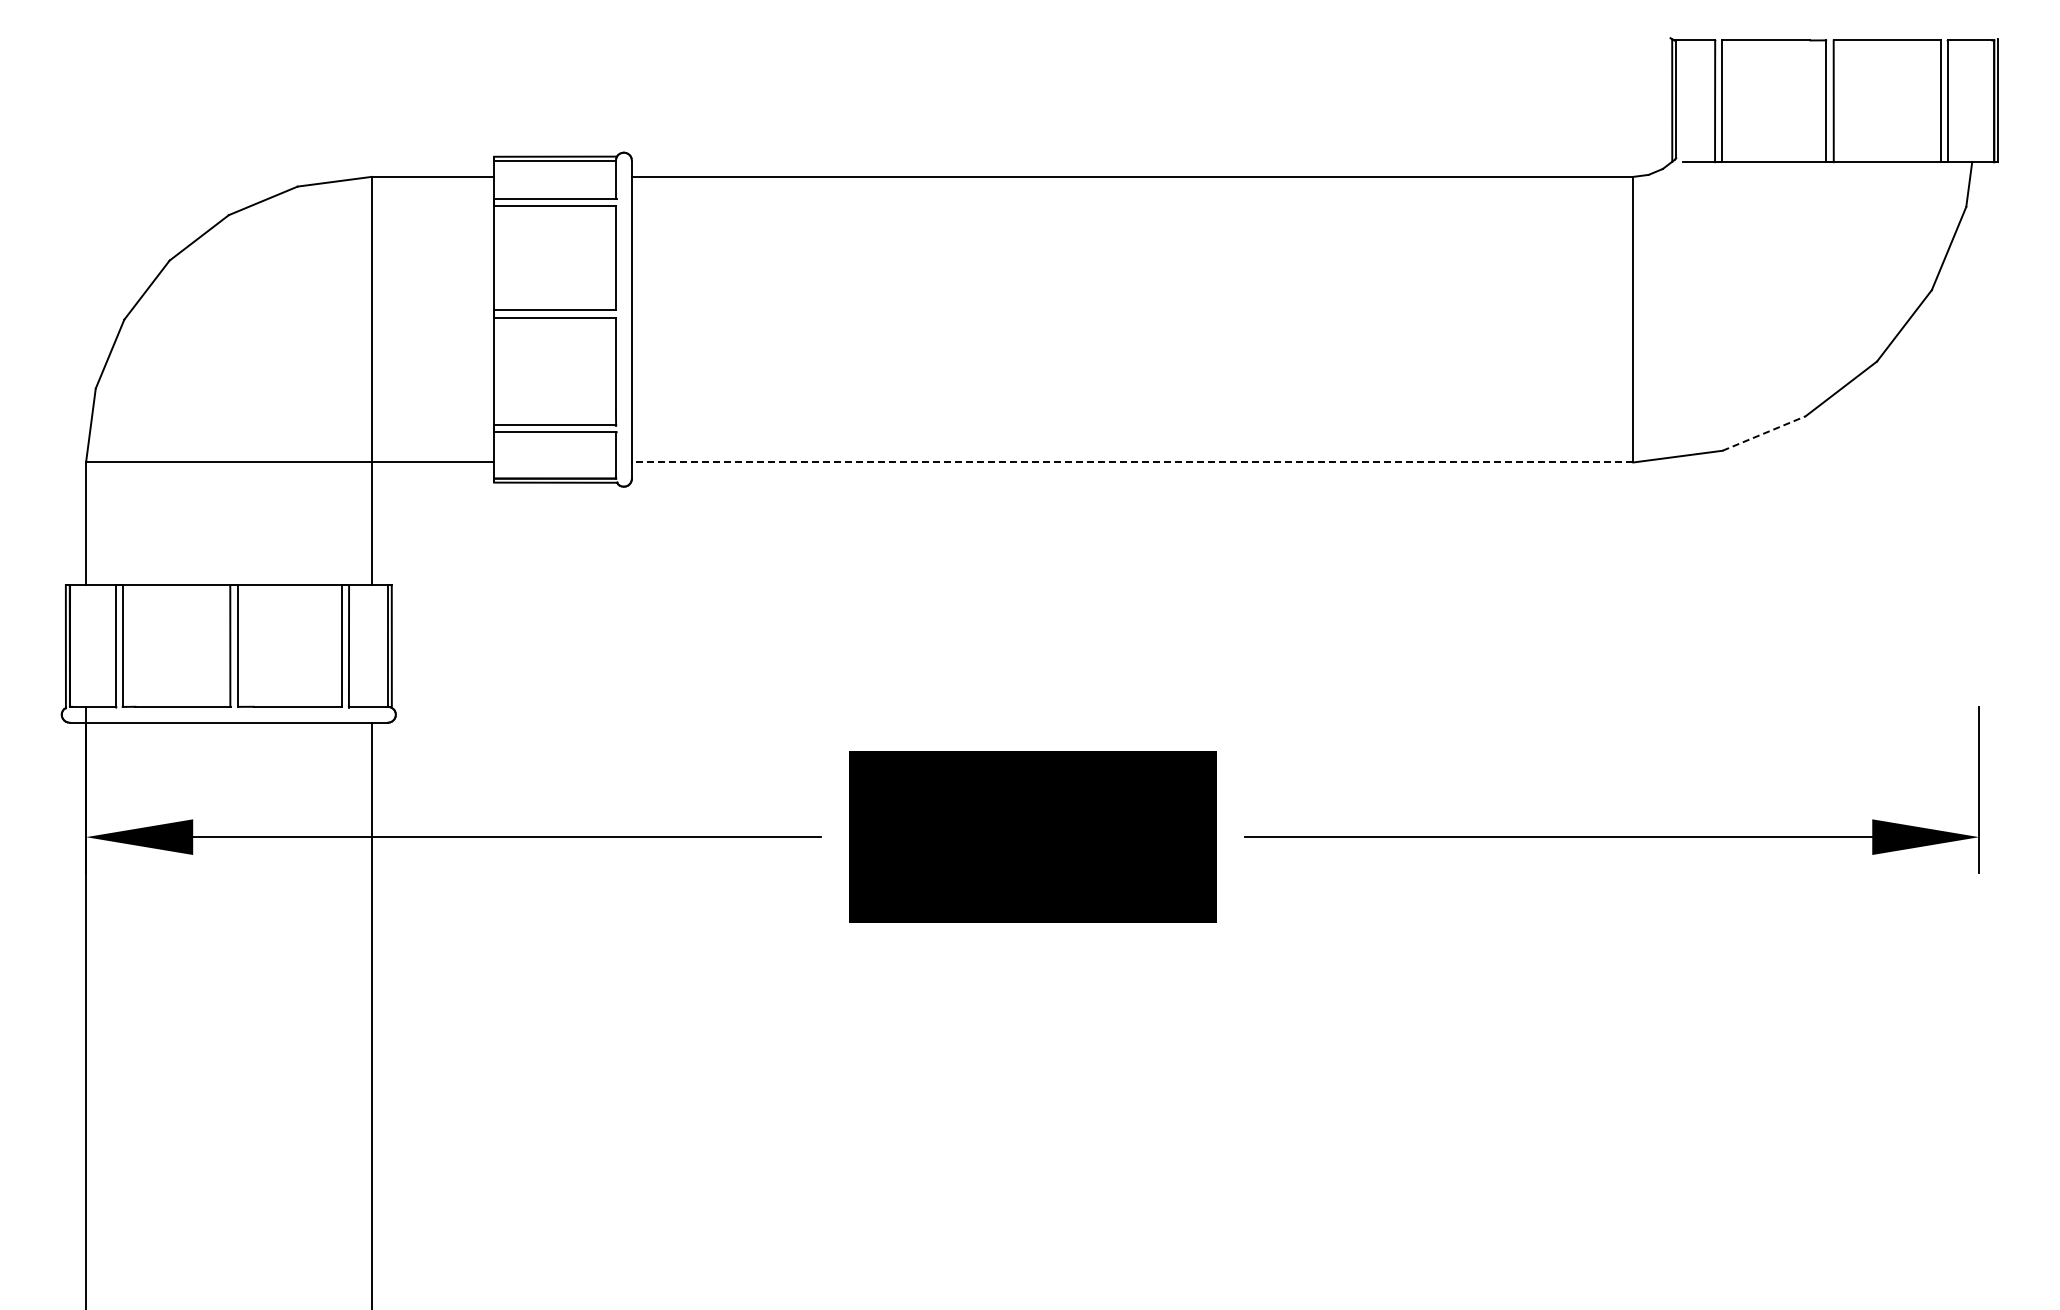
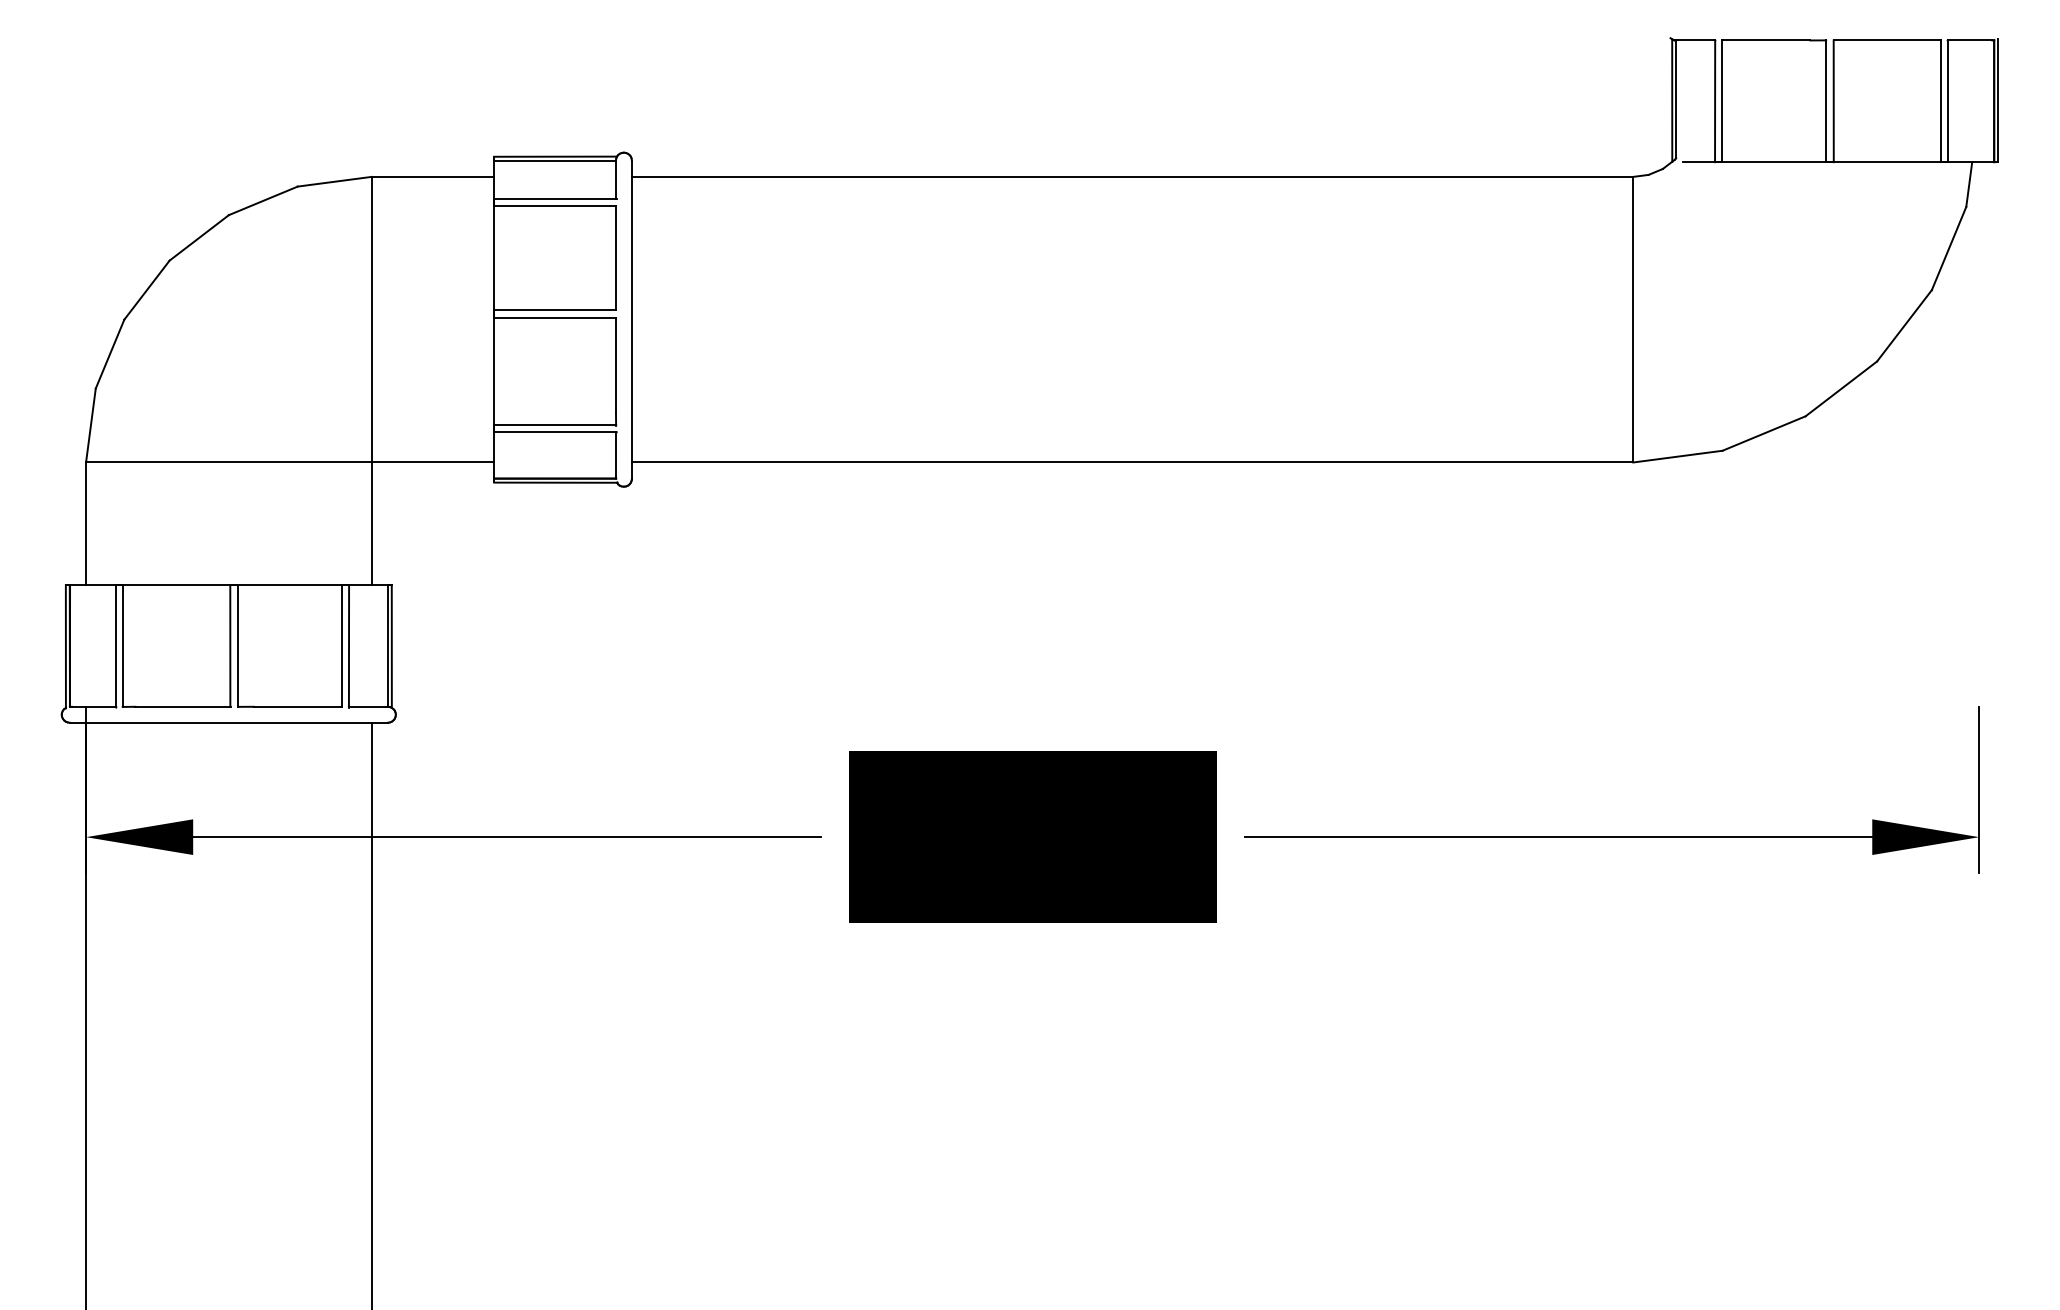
line at (1764, 433): dashed -> solid
line at (1132, 462): dashed -> solid
